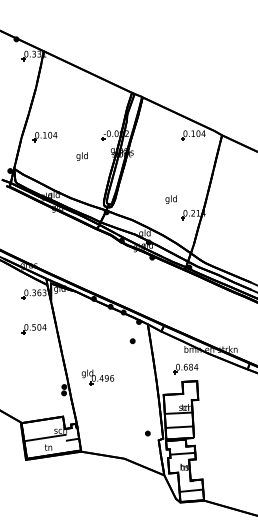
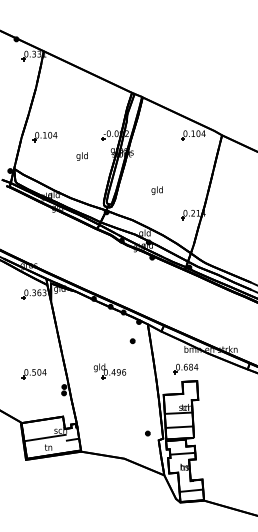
text at (170, 199) position: (170, 199) -> (156, 190)
part at (33, 329) position: (33, 329) -> (33, 374)
part at (97, 377) position: (97, 377) -> (109, 371)
